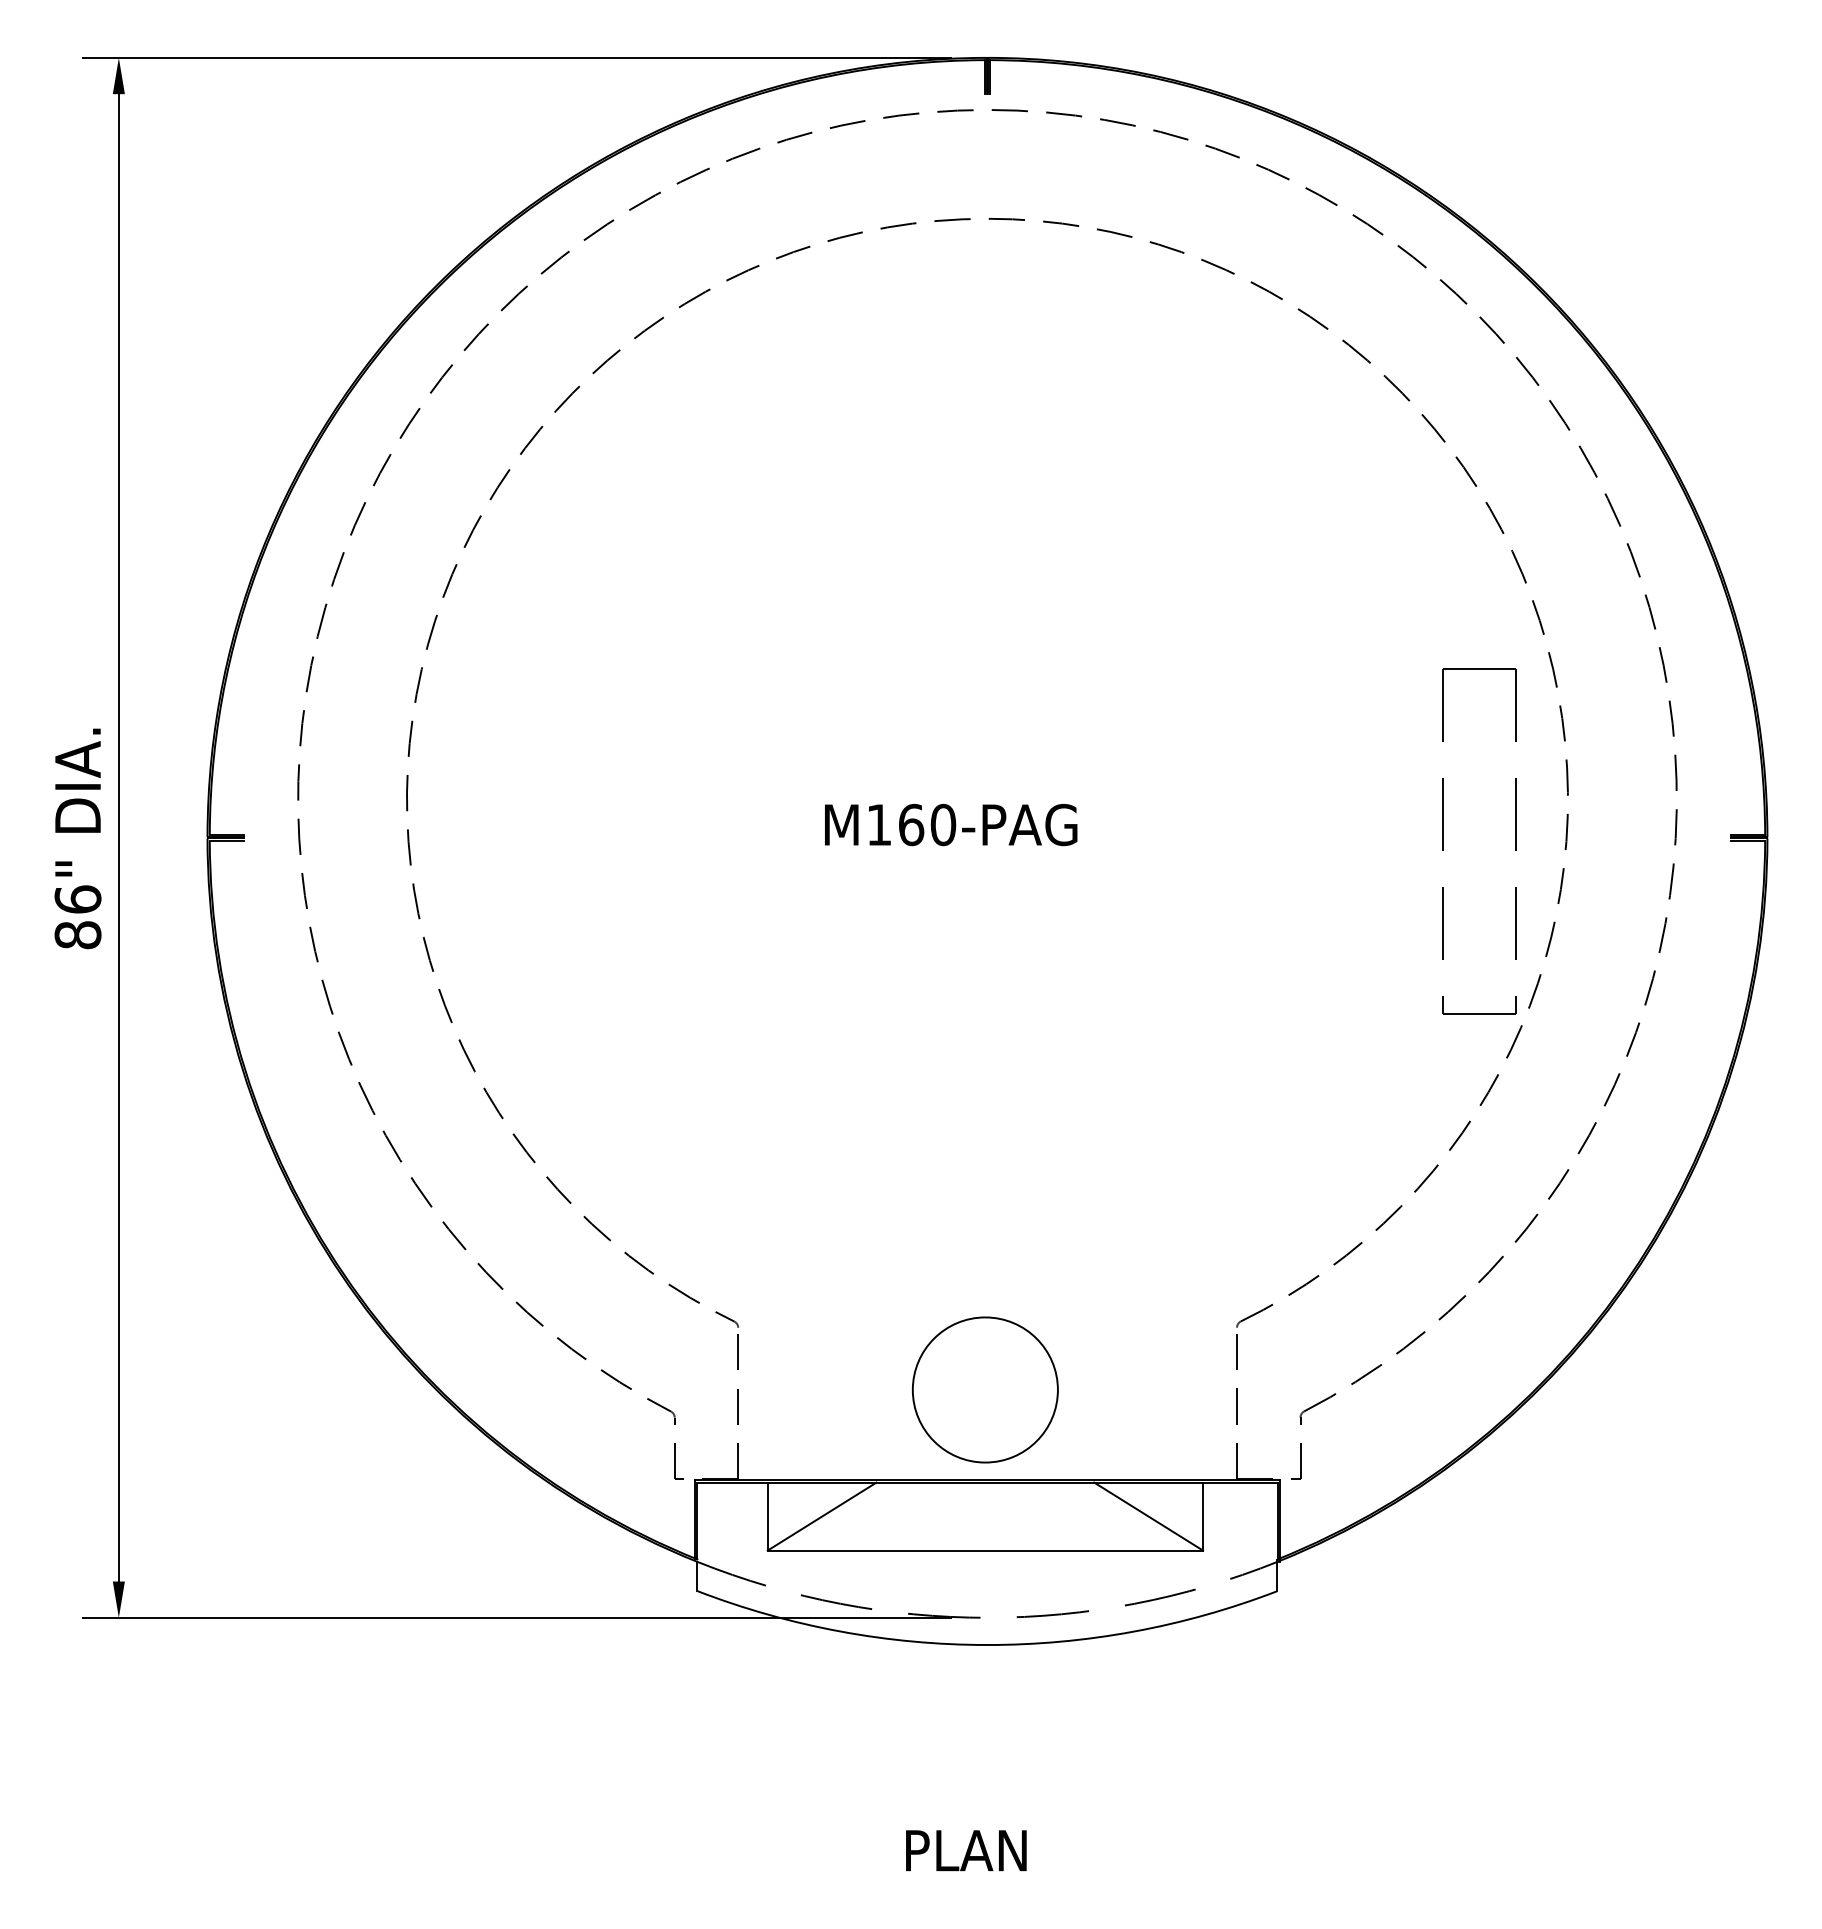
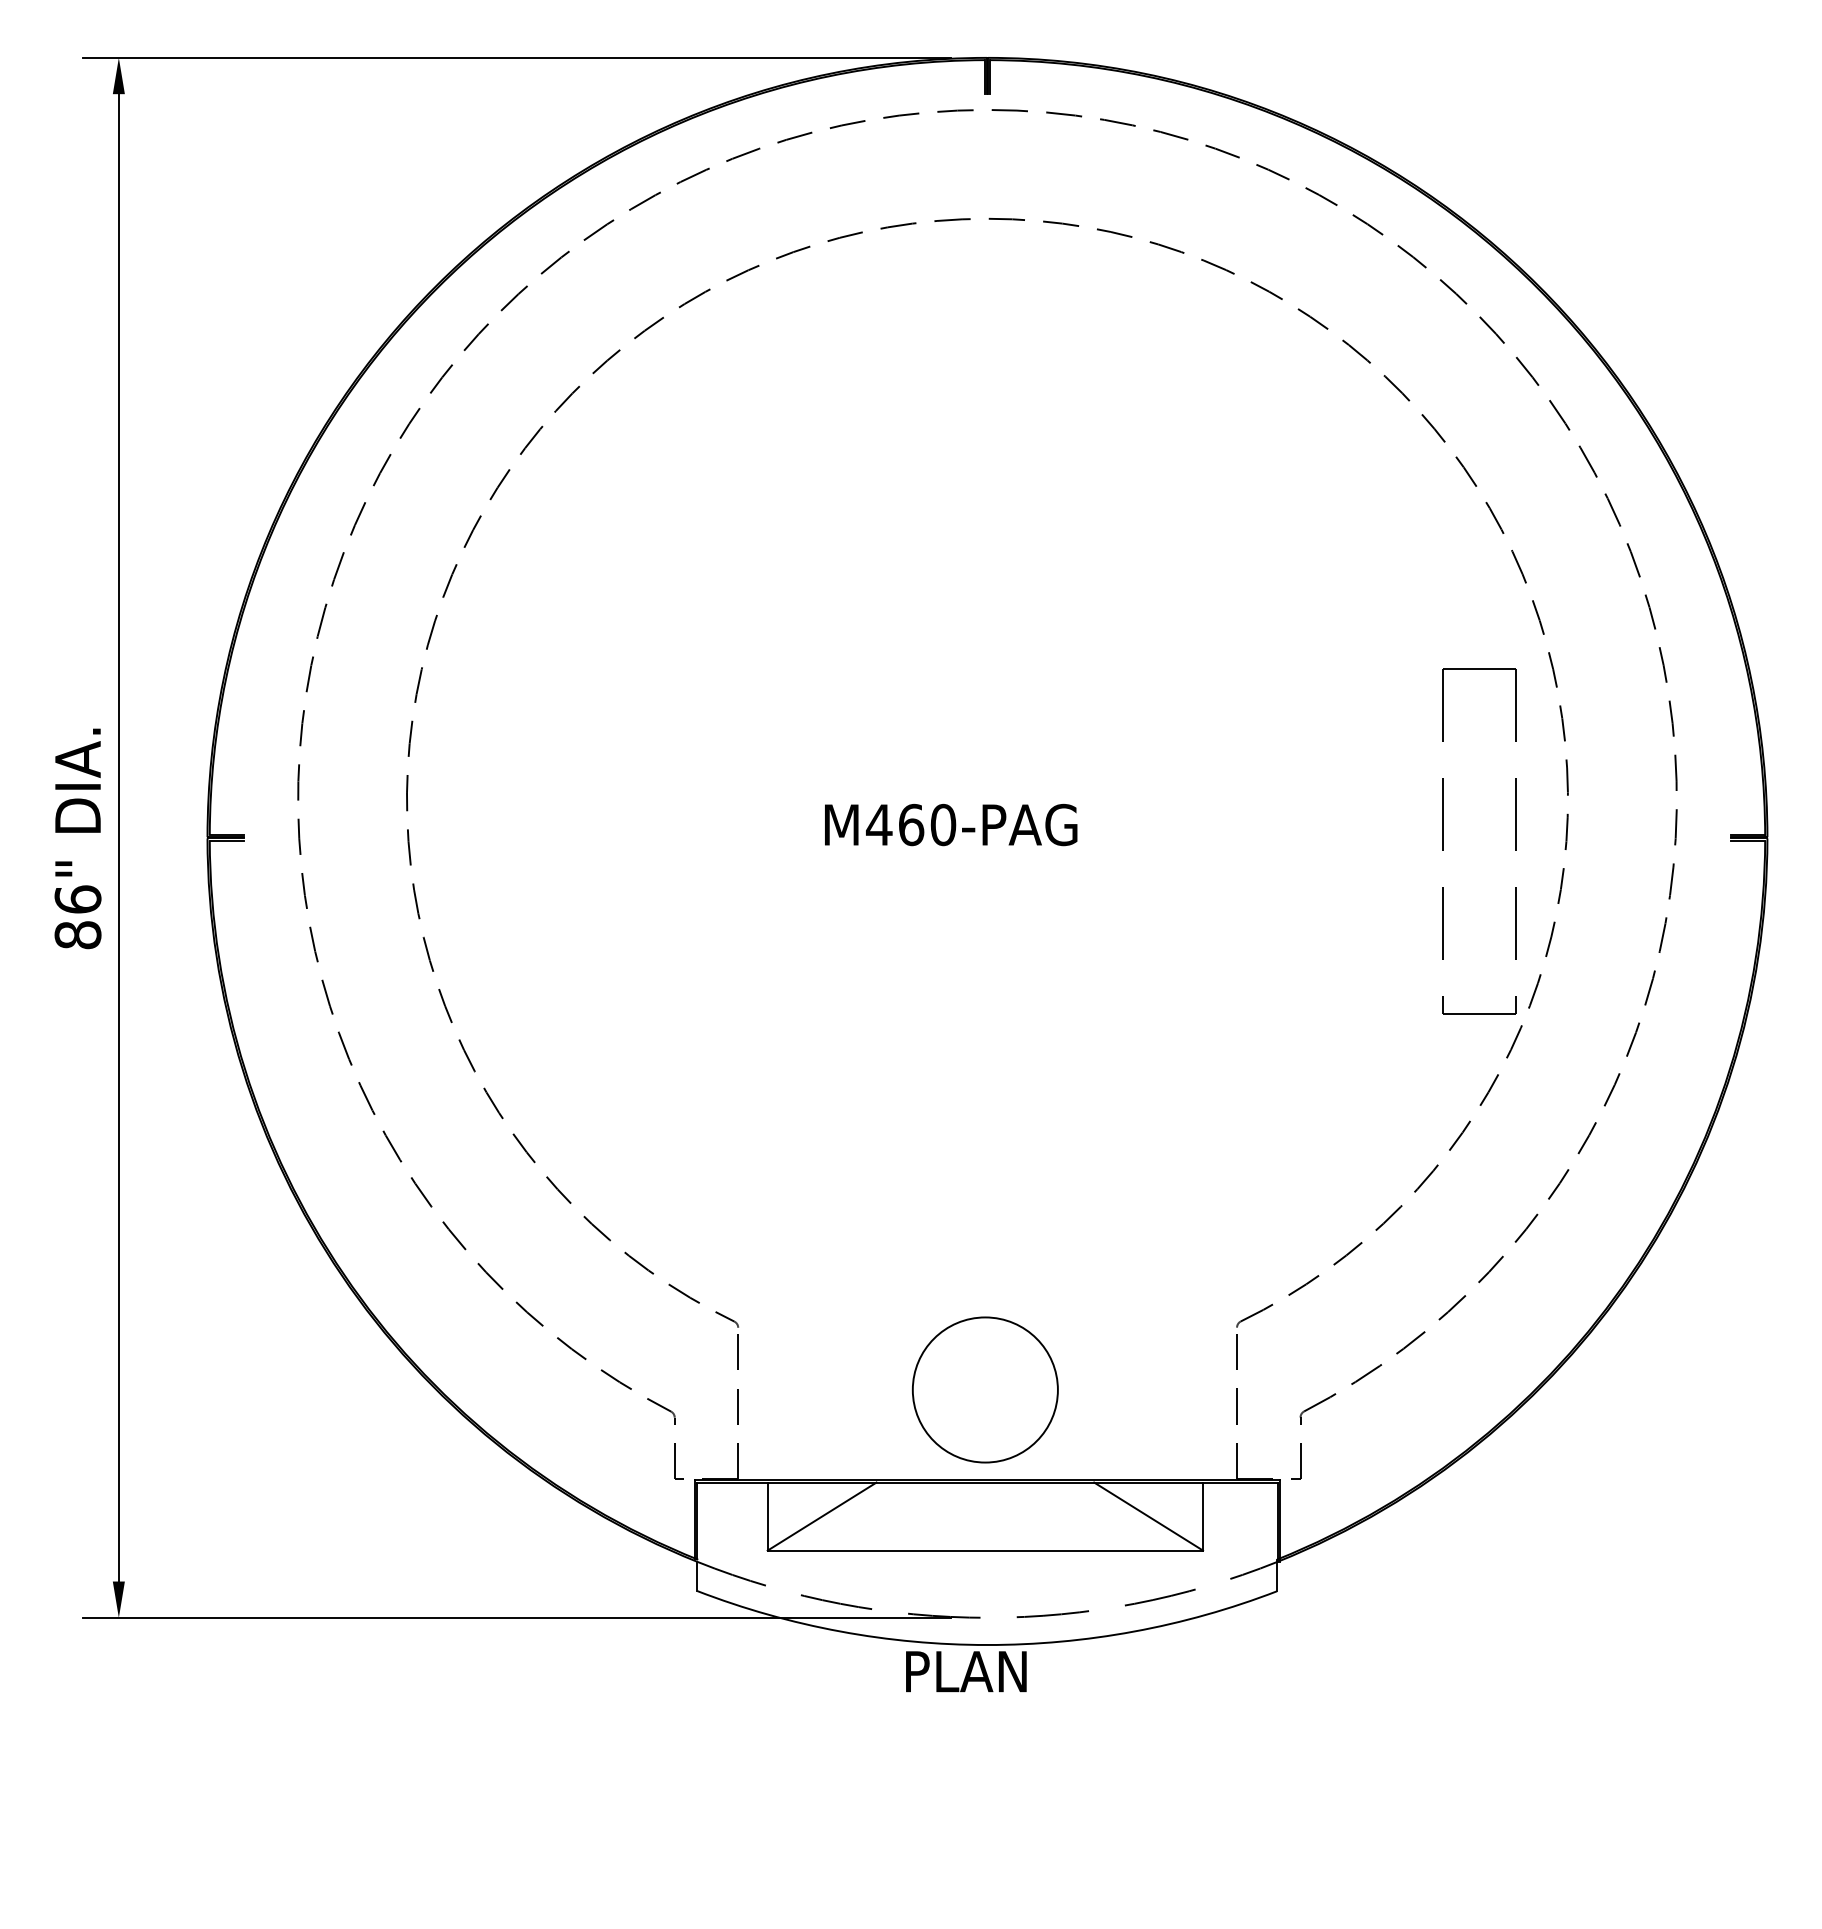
text at (878, 824): M160-PAG -> M460-PAG
text at (966, 1850) position: (966, 1850) -> (966, 1671)
